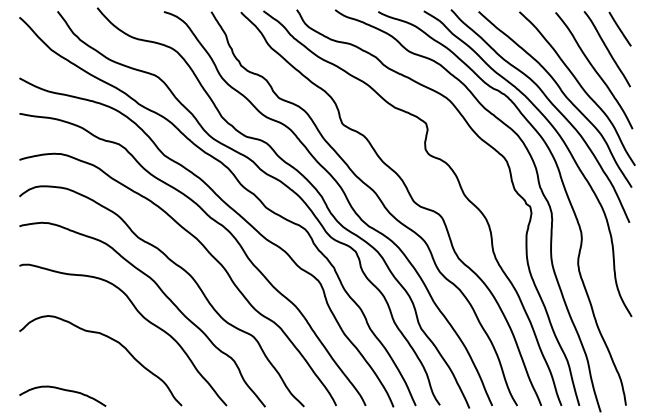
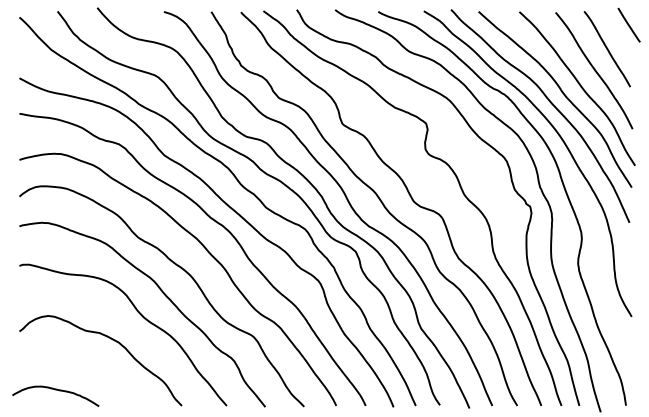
line at (619, 28) position: (619, 28) -> (628, 24)
curve at (62, 390) position: (62, 390) -> (55, 390)
